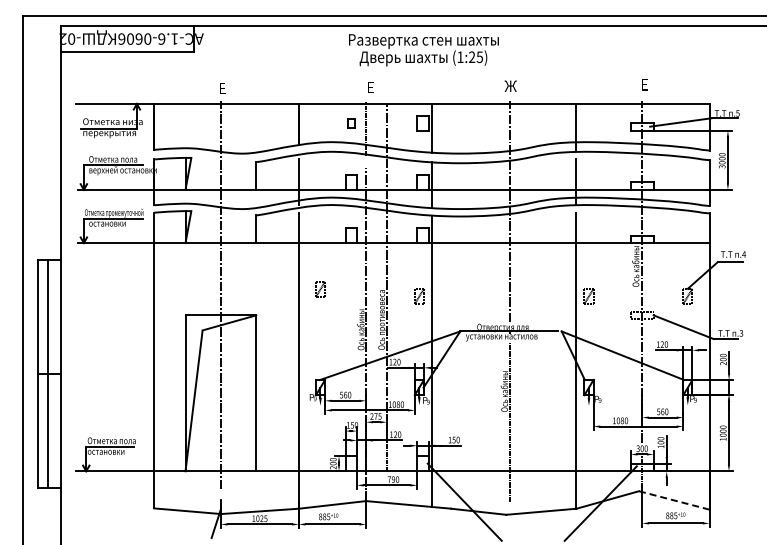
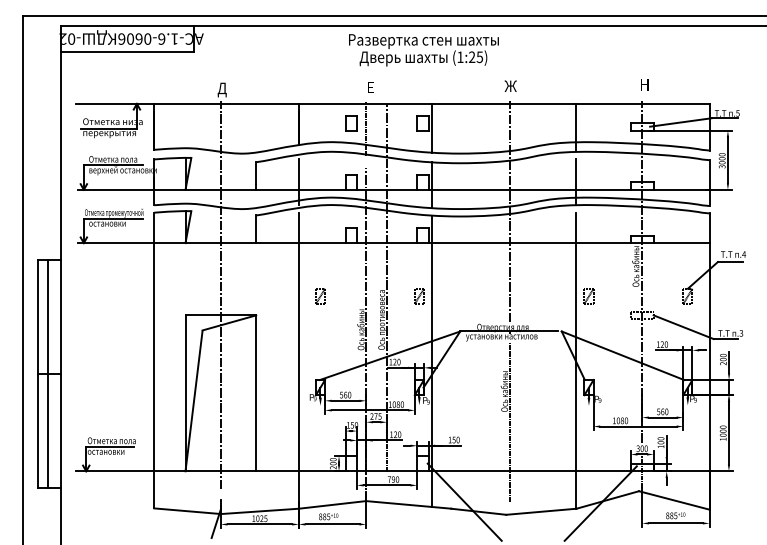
text at (644, 84): Е -> Н
text at (221, 89): Е -> Д
part at (351, 123) size: 9x11 px -> 13x17 px
part at (320, 289) position: (320, 289) -> (320, 296)
line at (674, 500): dashed -> solid
